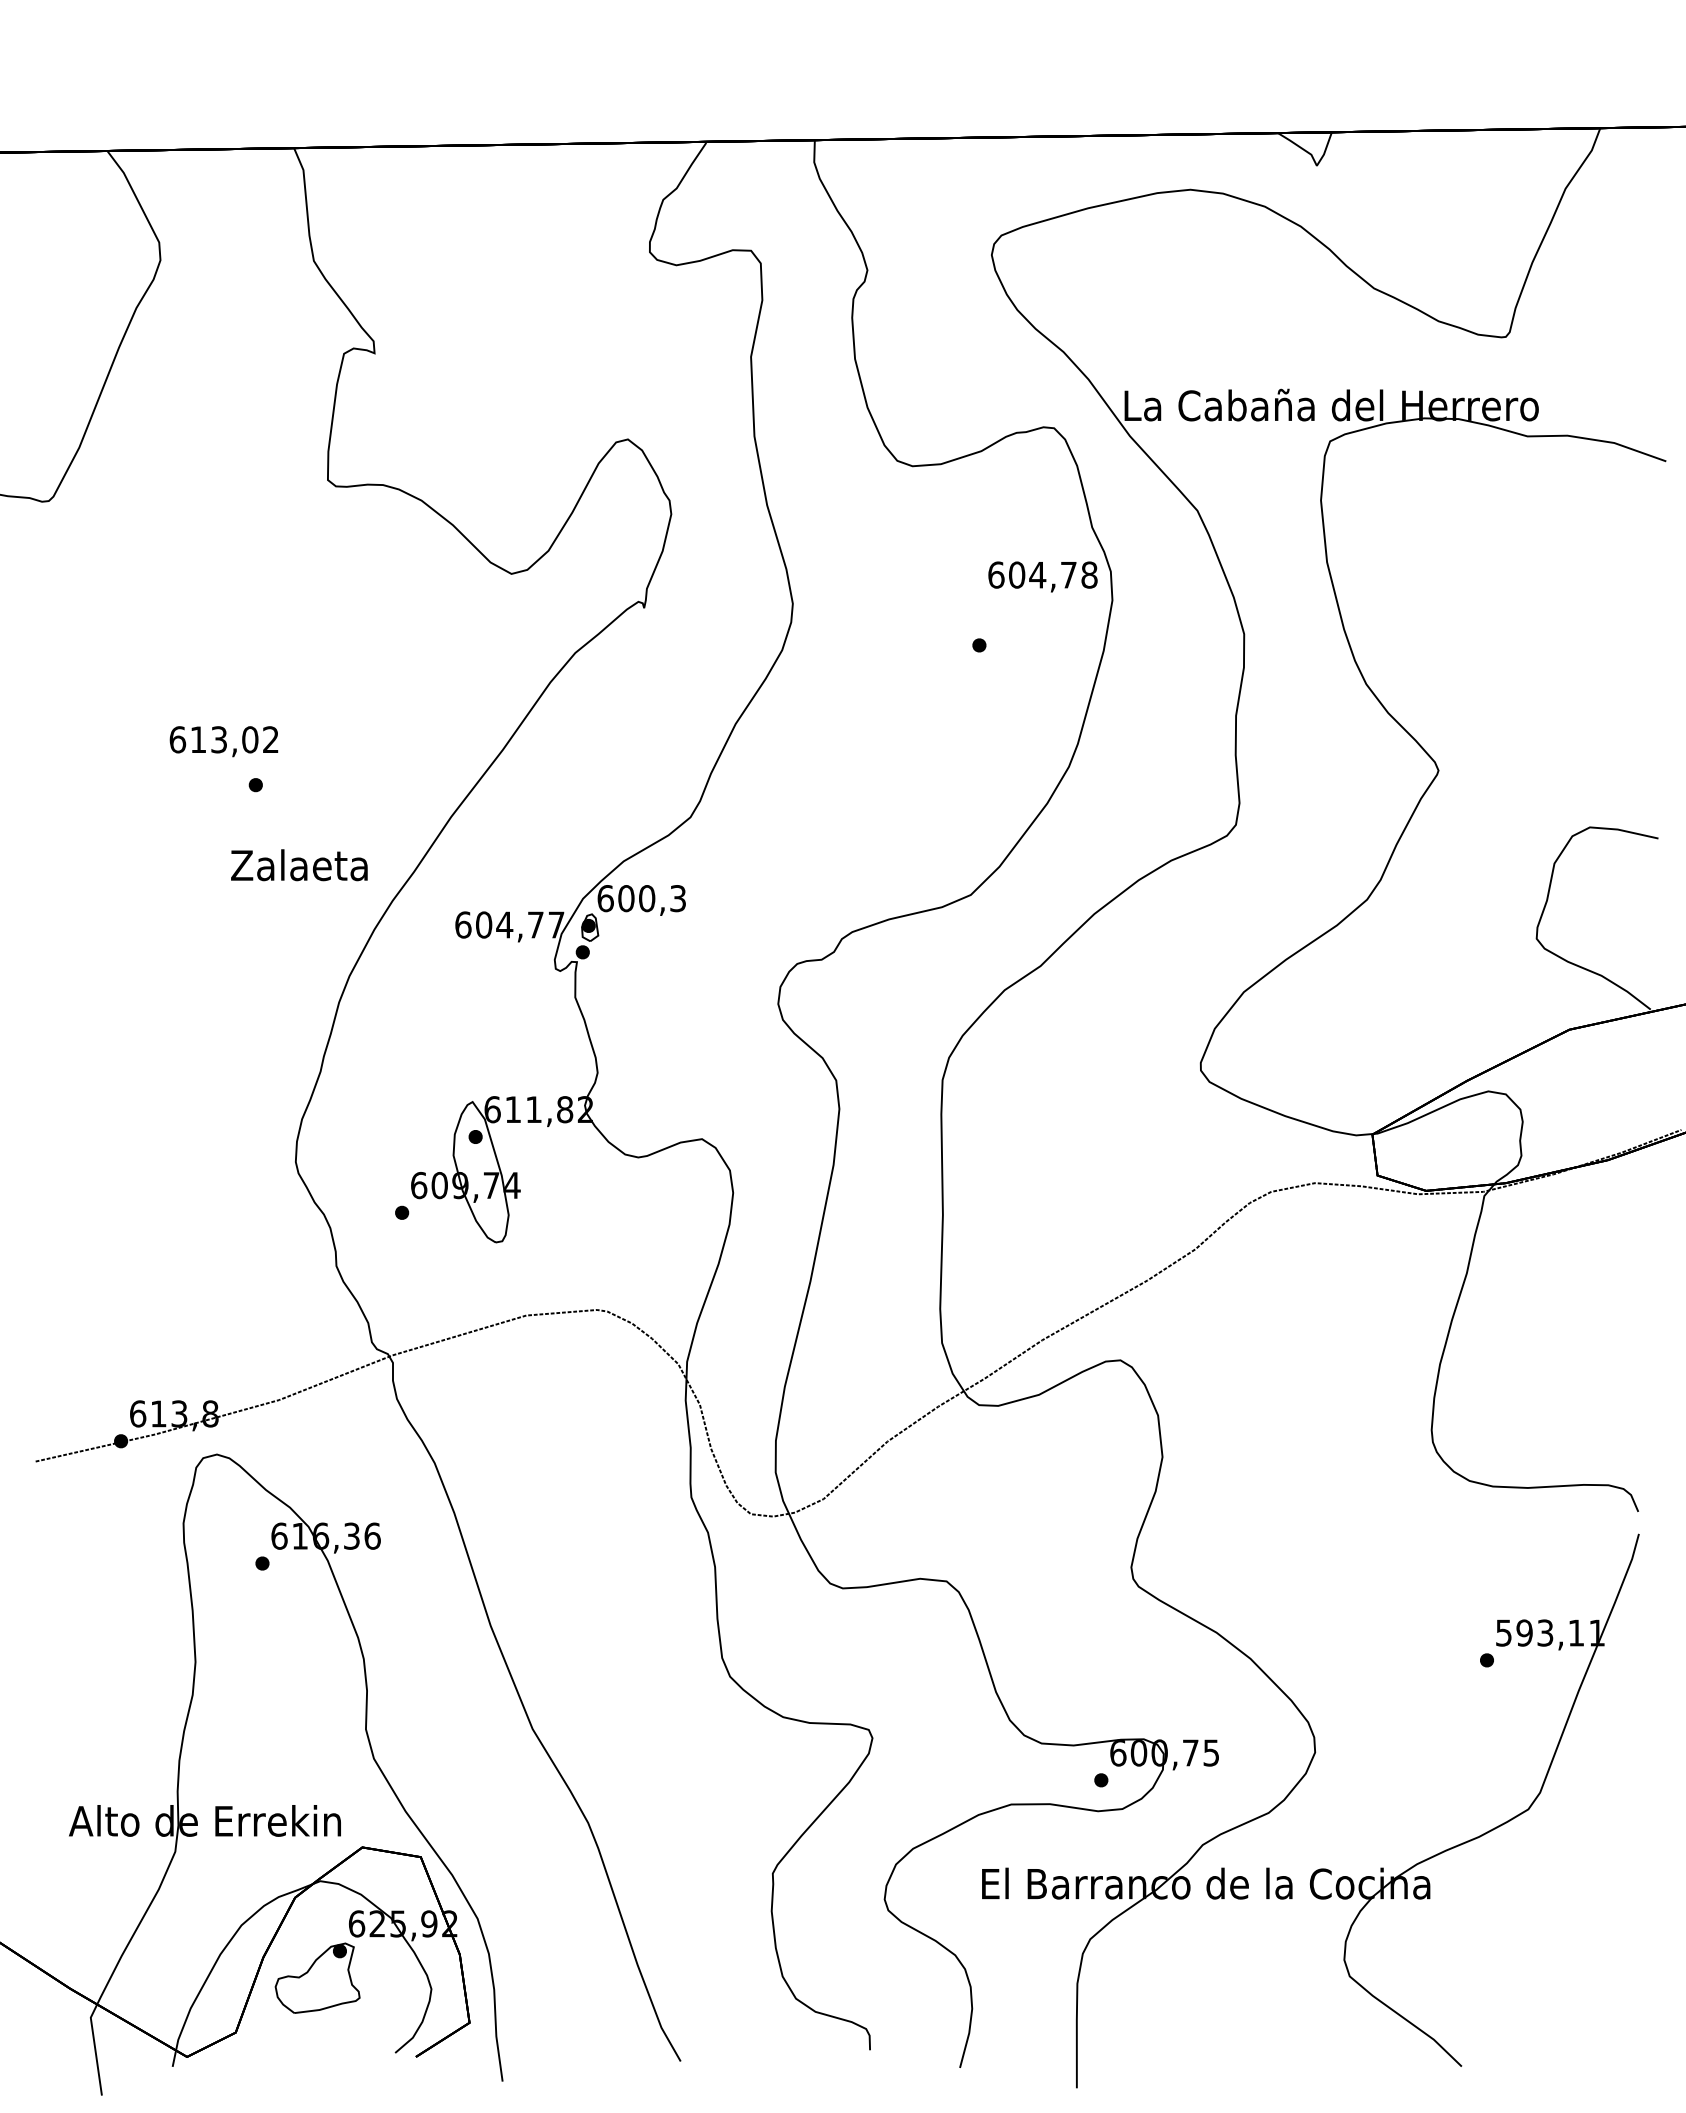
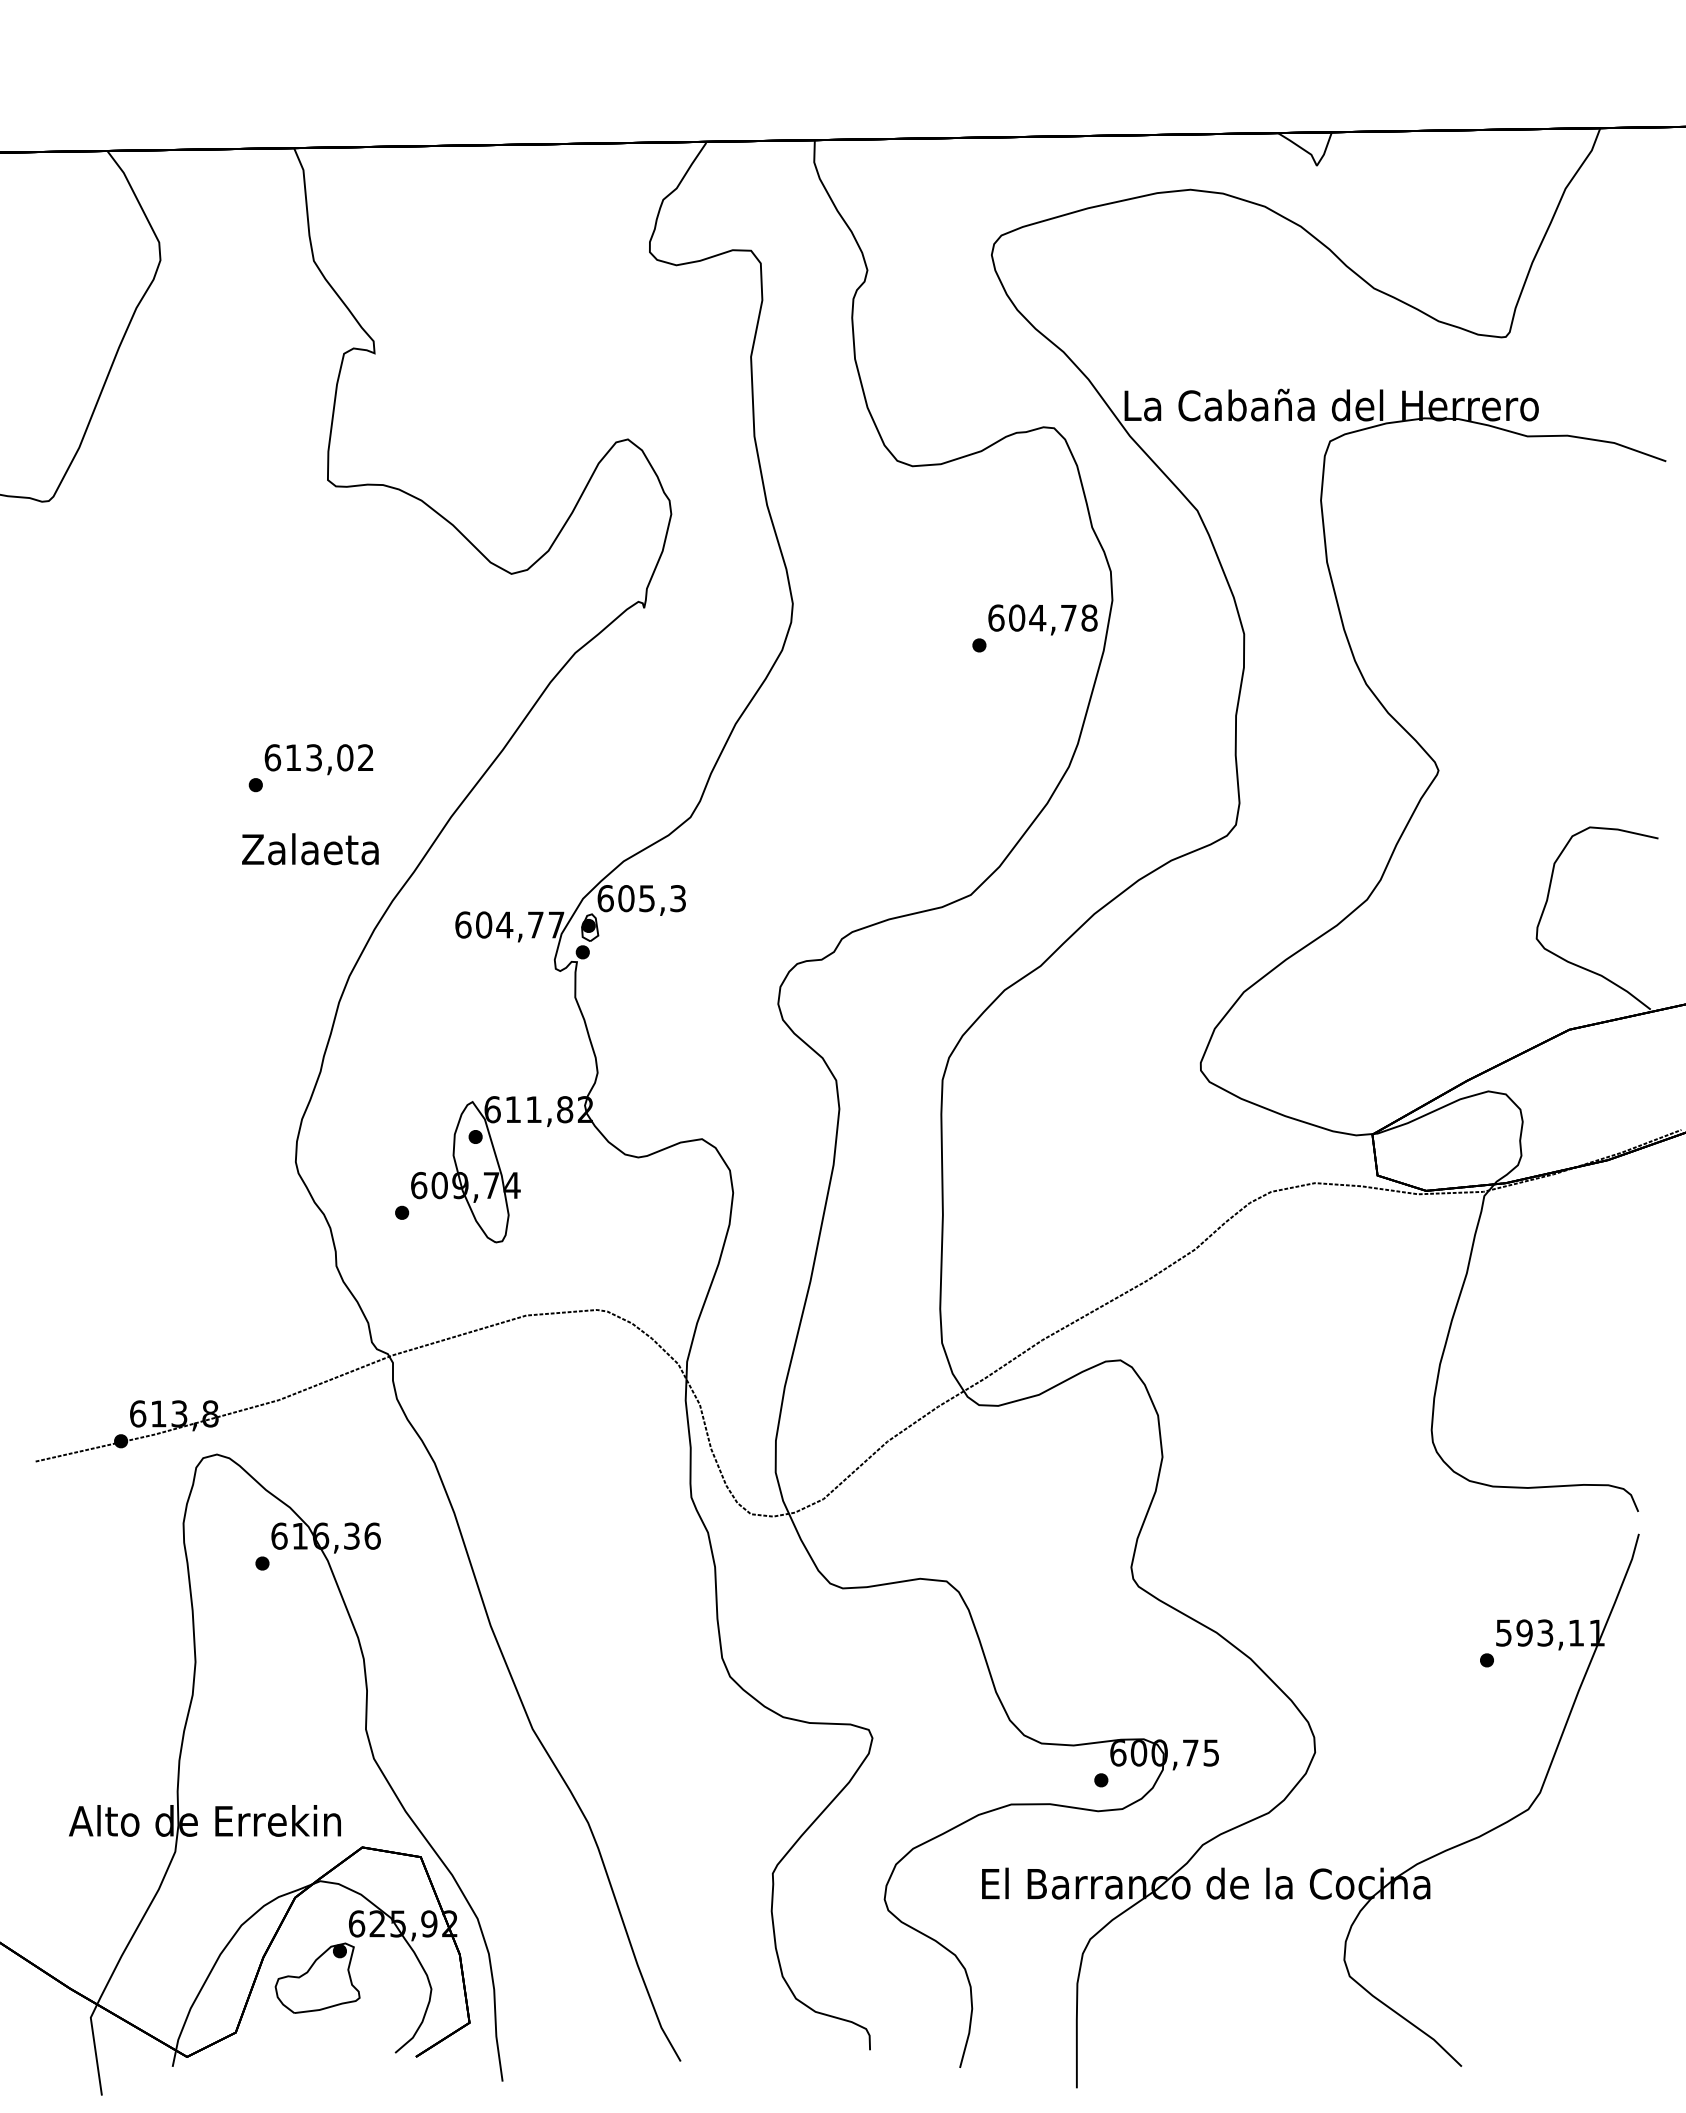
text at (1042, 576) position: (1042, 576) -> (1042, 619)
text at (223, 741) position: (223, 741) -> (318, 759)
text at (299, 865) position: (299, 865) -> (310, 849)
text at (647, 898): 600,3 -> 605,3
